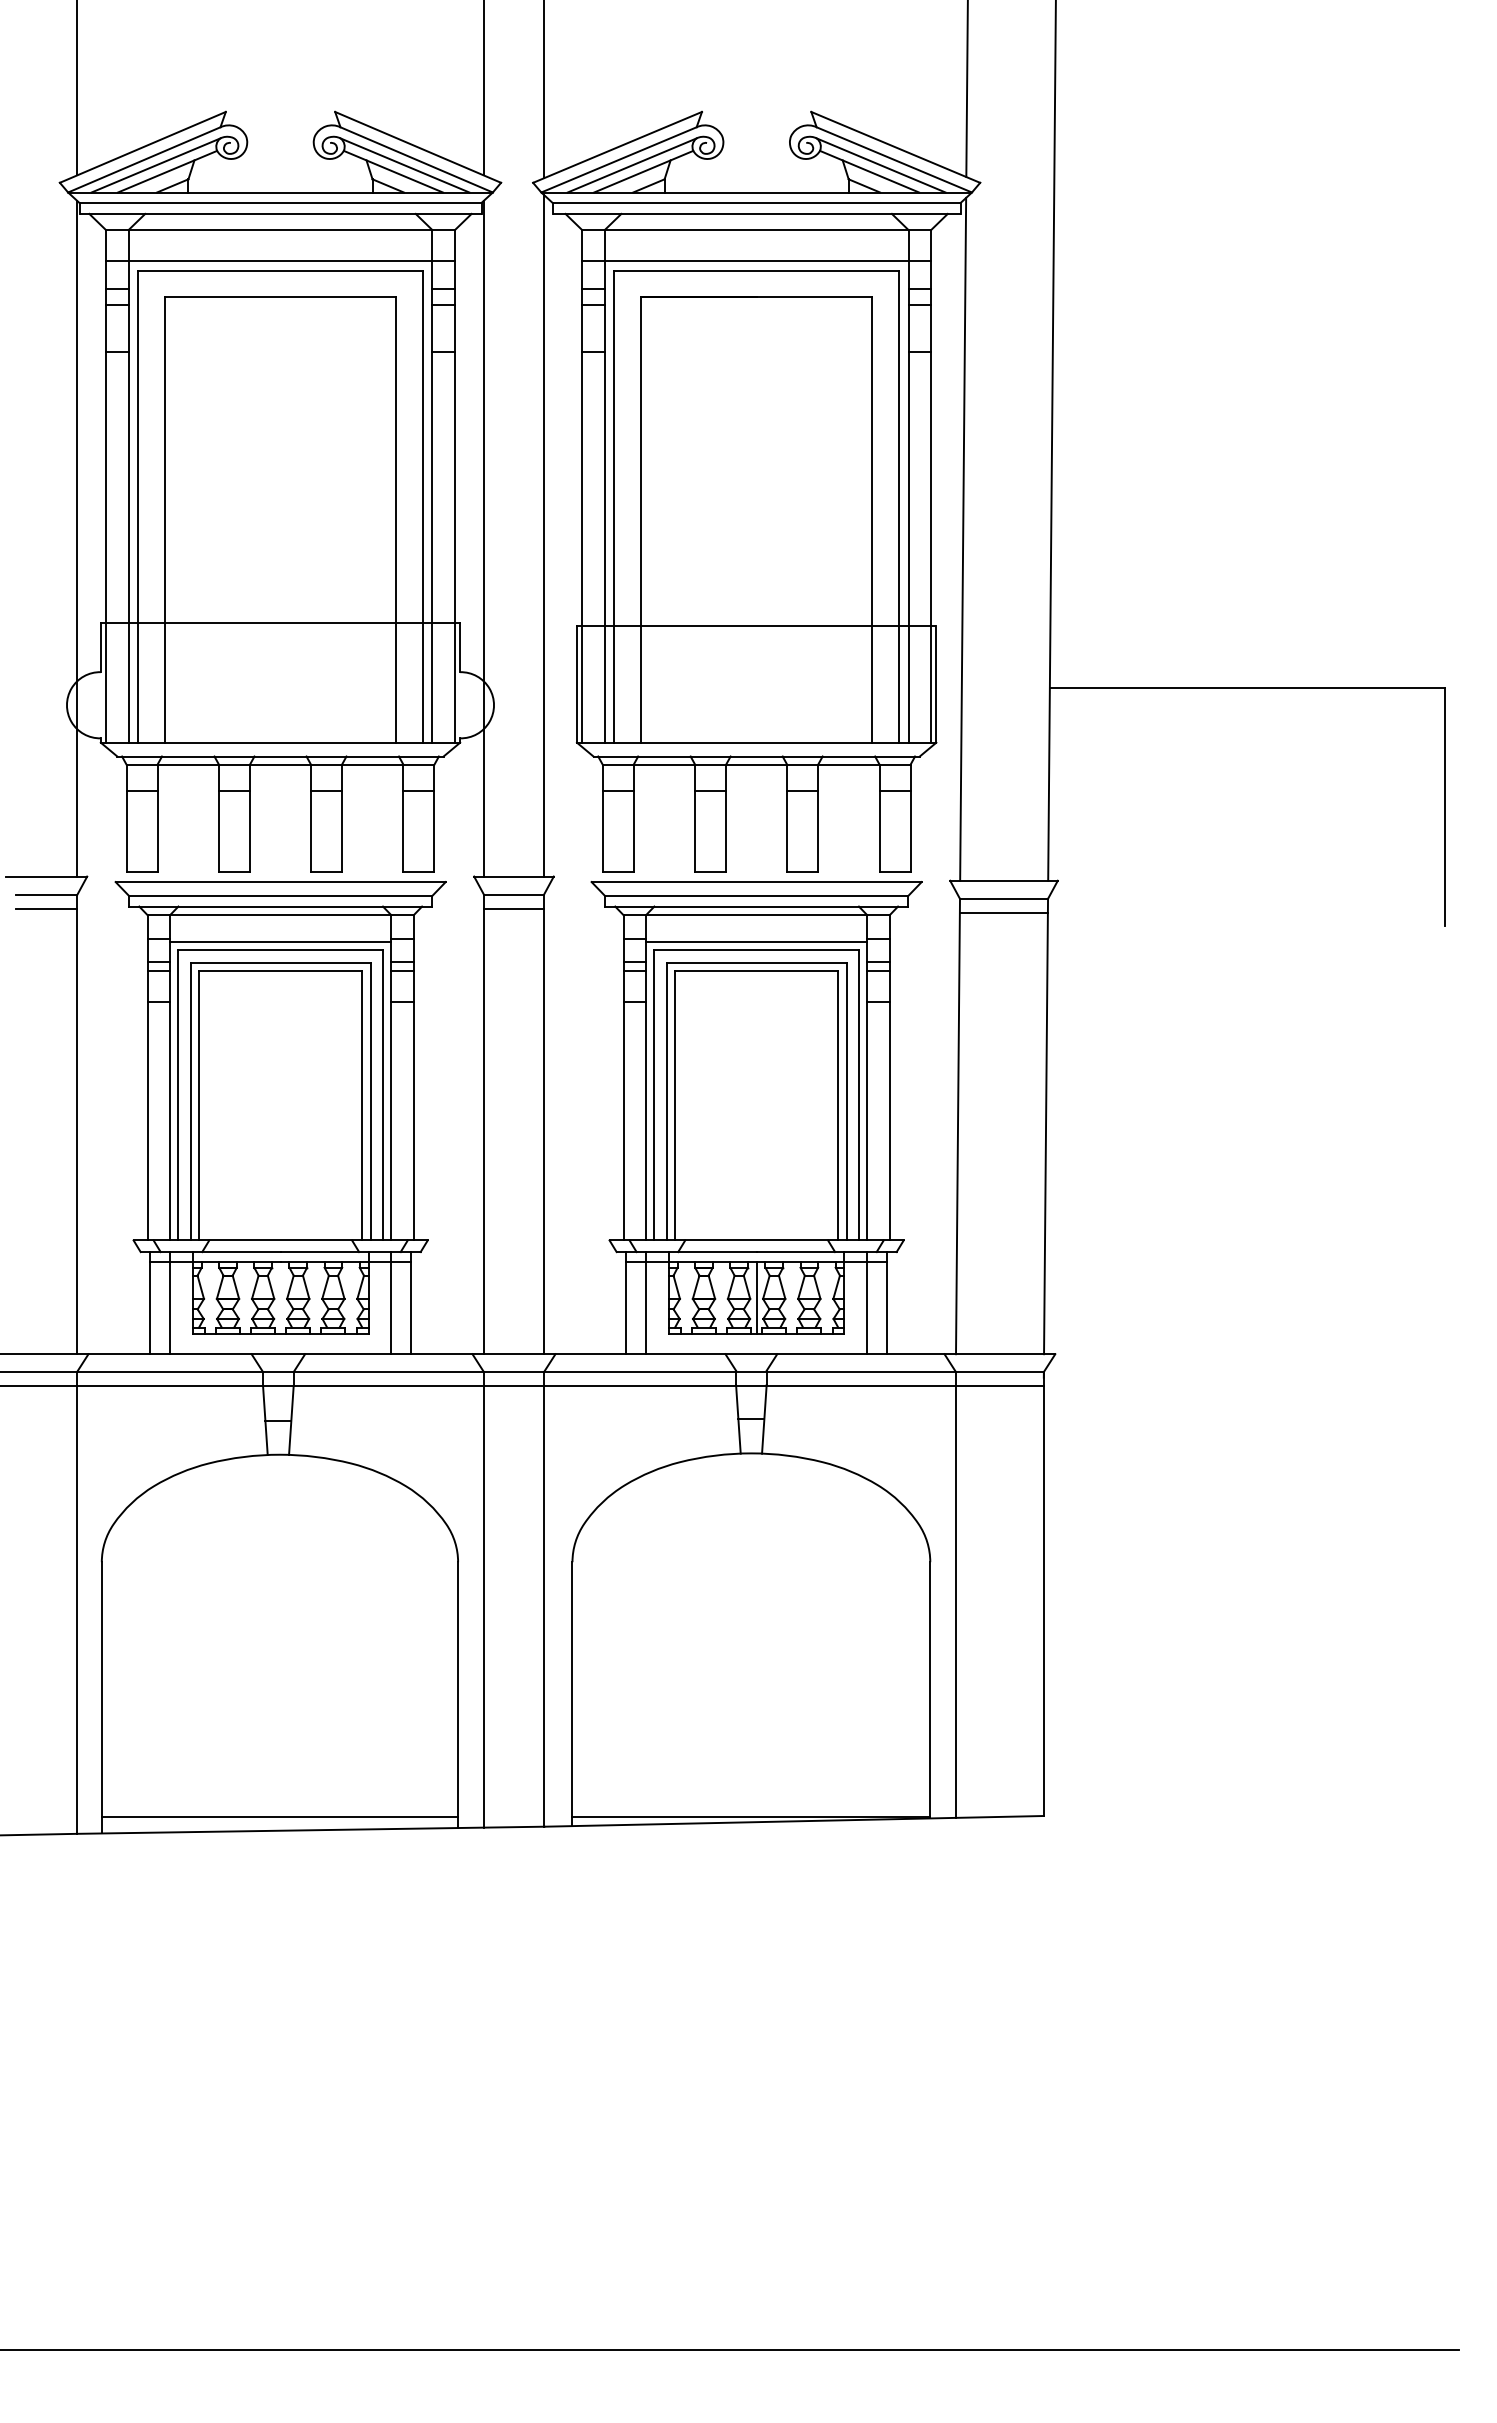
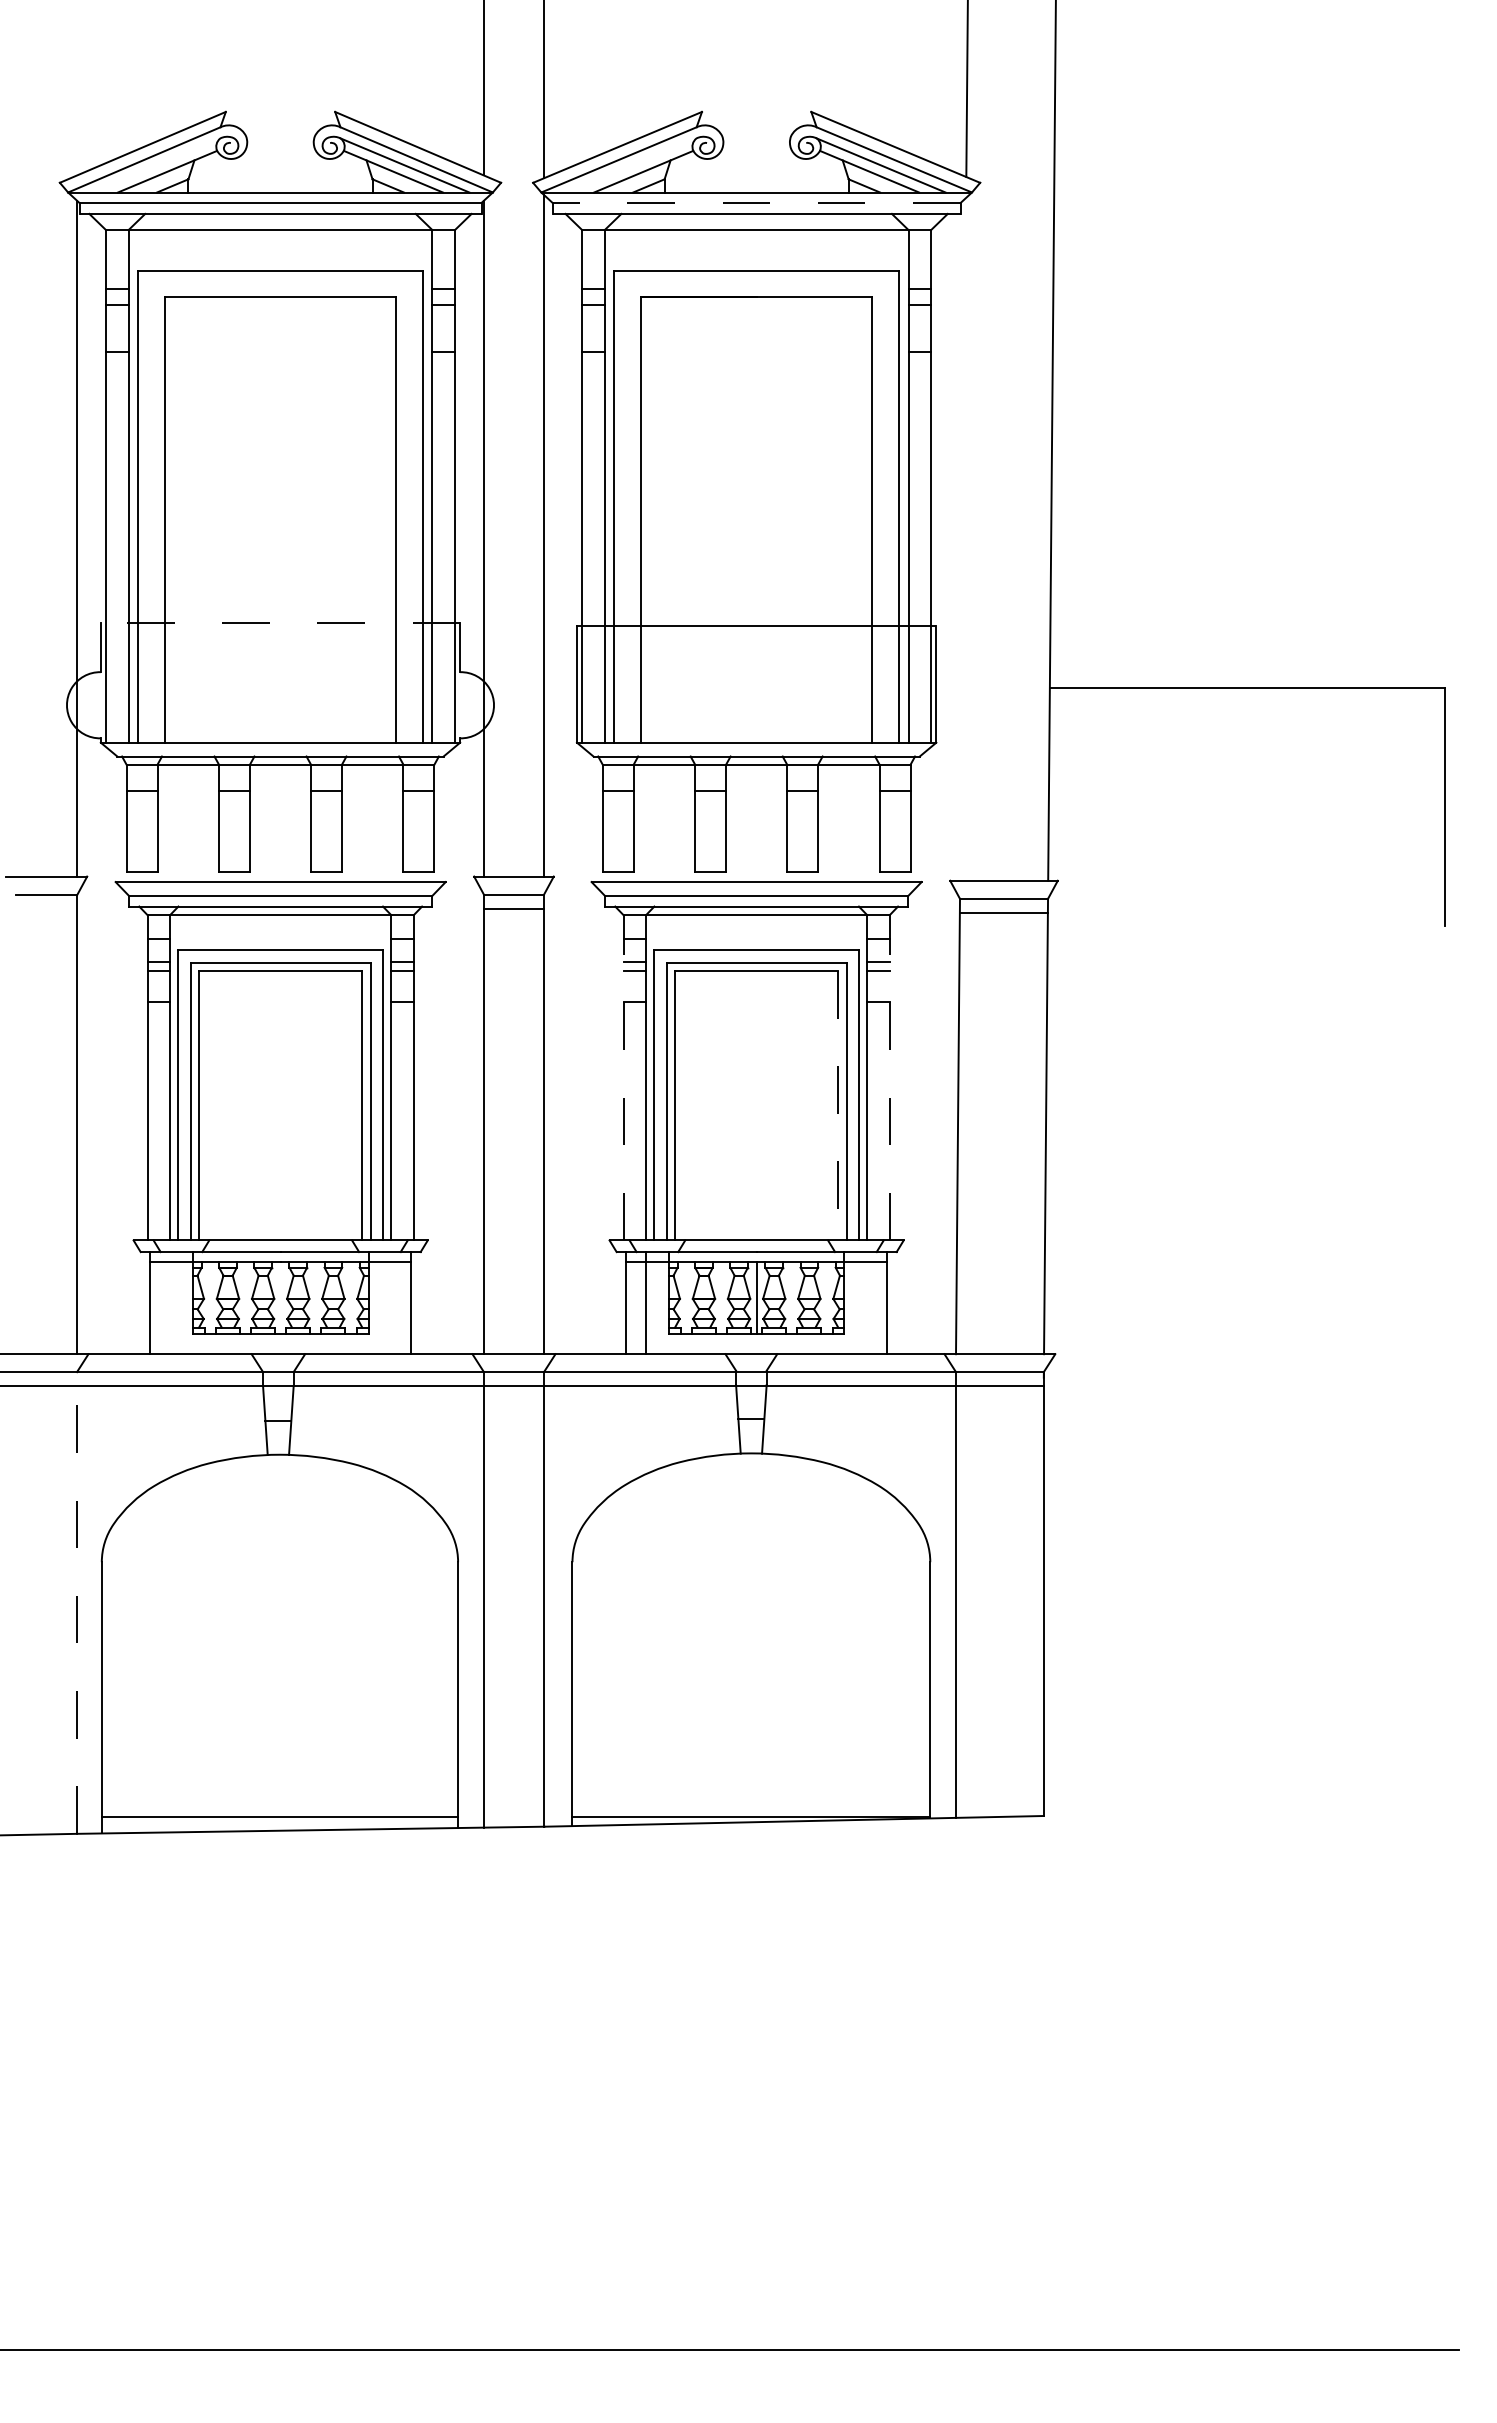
line at (77, 88): present -> none
line at (155, 165): present -> none
line at (631, 165): present -> none
line at (756, 202): solid -> dashed
line at (280, 261): present -> none
line at (756, 261): present -> none
line at (963, 538): present -> none
line at (280, 623): solid -> dashed
line at (46, 908): present -> none
line at (280, 942): present -> none
line at (756, 942): present -> none
line at (623, 1077): solid -> dashed
line at (889, 1077): solid -> dashed
line at (838, 1105): solid -> dashed
line at (170, 1303): present -> none
line at (391, 1303): present -> none
line at (867, 1303): present -> none
line at (77, 1602): solid -> dashed
